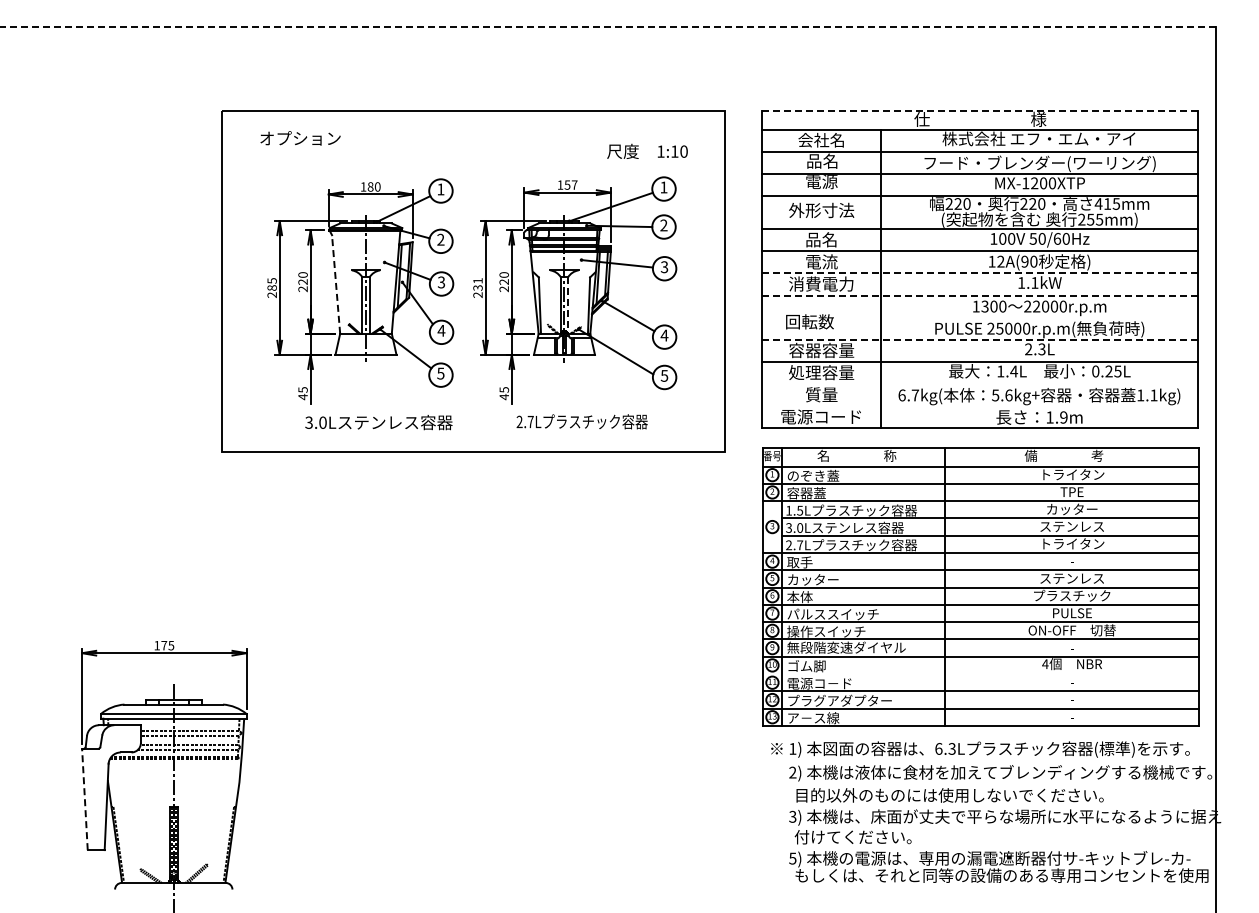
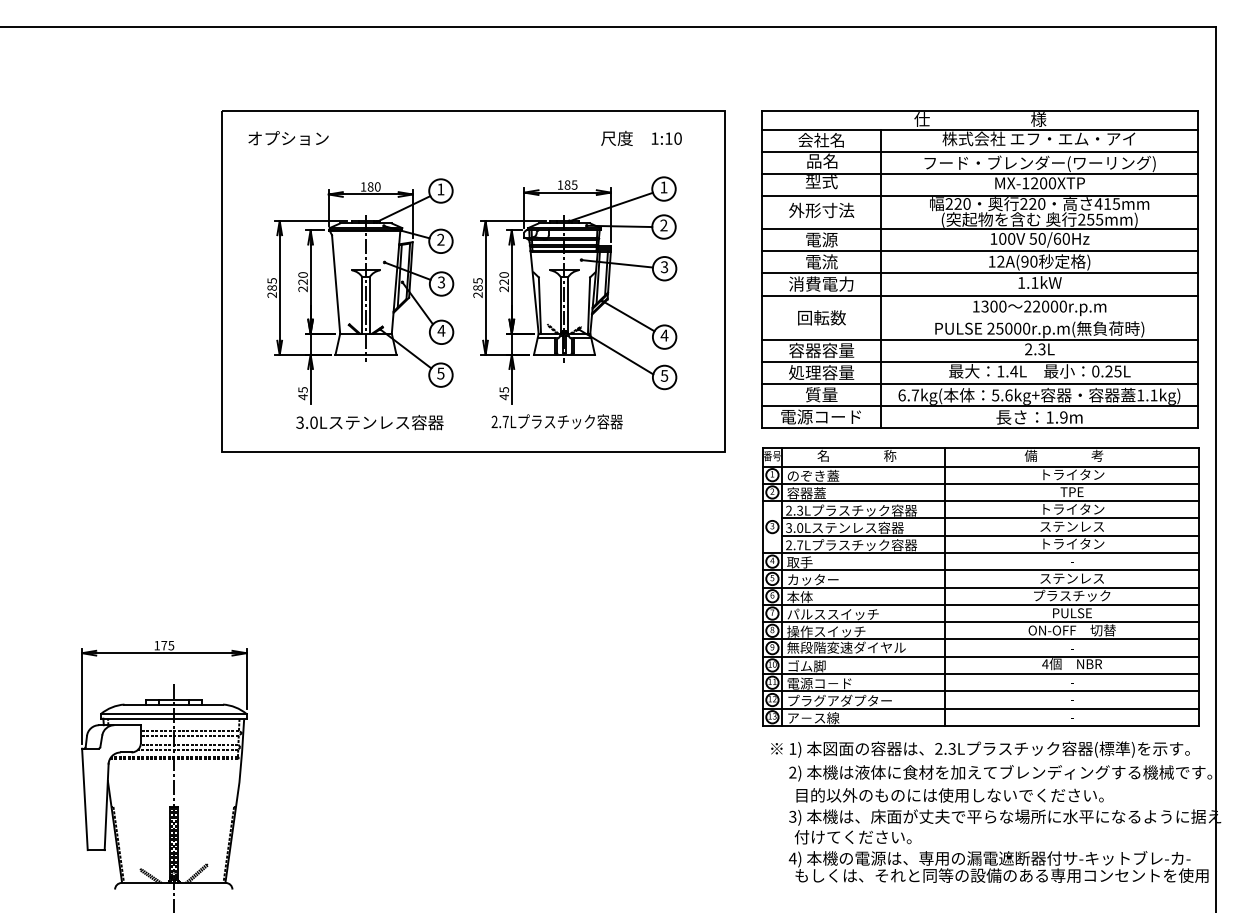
line at (608, 27): dashed -> solid
line at (980, 110): dashed -> solid
text at (300, 138) position: (300, 138) -> (288, 138)
text at (647, 150) position: (647, 150) -> (641, 137)
text at (821, 182): 電源 -> 型式
text at (570, 184): 157 -> 185
text at (821, 239): 品名 -> 電源
line at (980, 273): dashed -> solid
line at (336, 283): dashed -> solid
text at (477, 284): 231 -> 285
line at (980, 295): dashed -> solid
line at (568, 306): dashed -> solid
text at (809, 321) position: (809, 321) -> (821, 317)
line at (980, 339): dashed -> solid
line at (980, 384): none -> present
line at (980, 406): none -> present
text at (581, 421) position: (581, 421) -> (556, 421)
text at (378, 422) position: (378, 422) -> (369, 422)
text at (1073, 509): カッター -> トライタン
text at (794, 510): 1.5L -> 2.3L
line at (981, 674): none -> present
text at (938, 748): 6.3L -> 2.3L
line at (84, 799): dashed -> solid
text at (792, 858): 5) -> 4)
